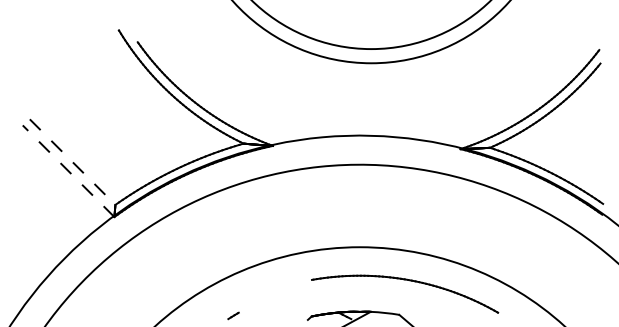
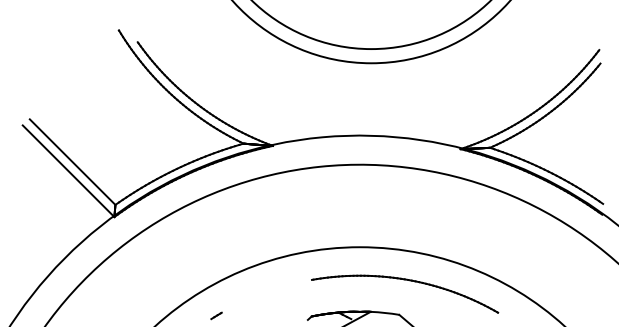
line at (72, 162): dashed -> solid
line at (68, 171): dashed -> solid
line at (233, 315) position: (233, 315) -> (216, 315)
